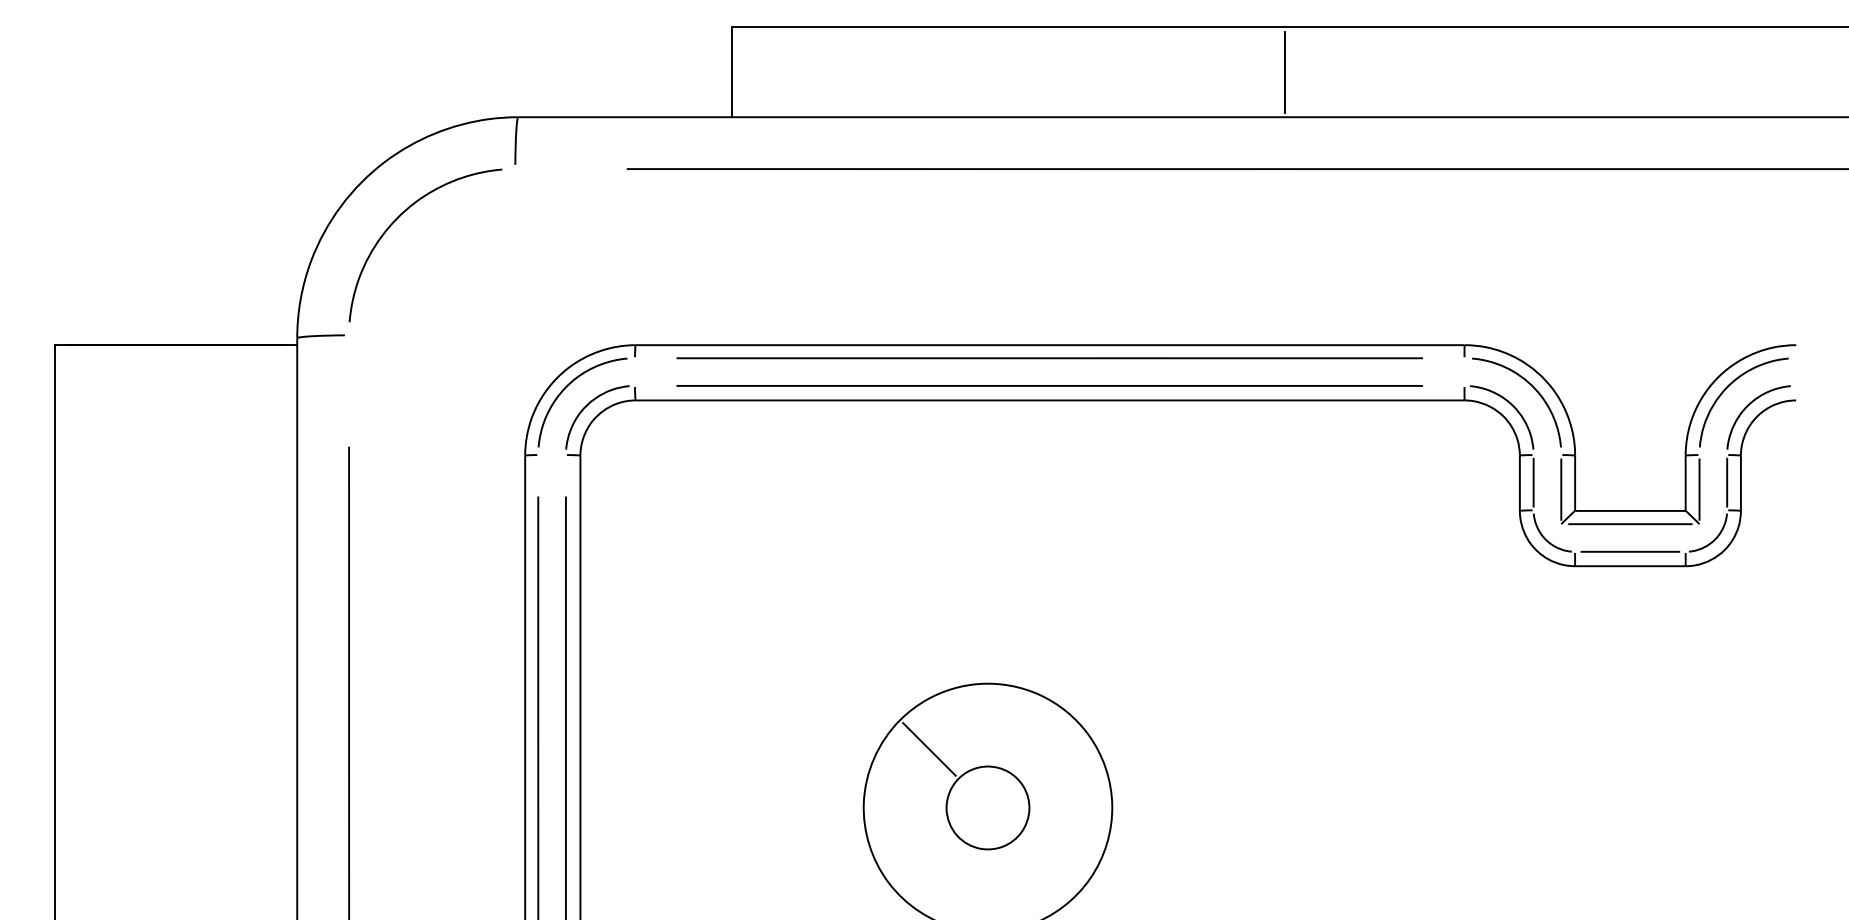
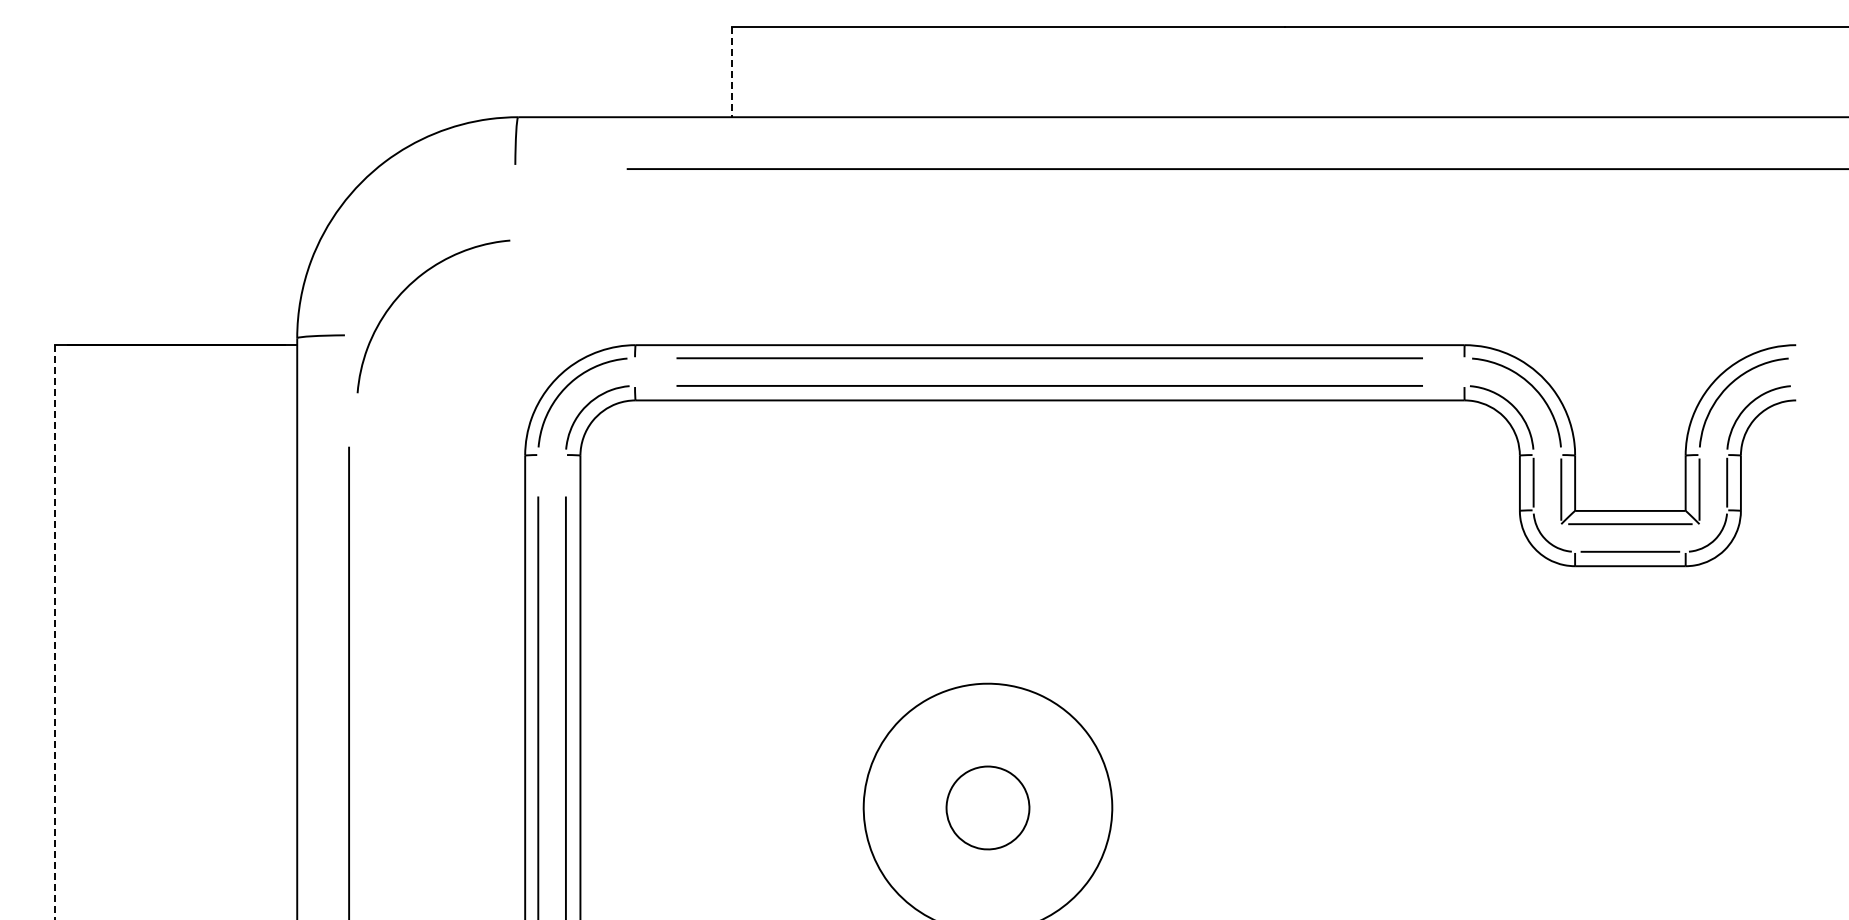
line at (1285, 71): present -> none
line at (732, 72): solid -> dashed
curve at (398, 218) position: (398, 218) -> (406, 289)
line at (55, 633): solid -> dashed
line at (929, 749): present -> none
